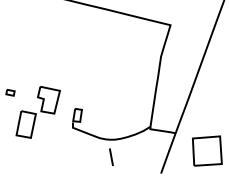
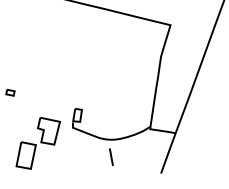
part at (37, 112) position: (37, 112) -> (37, 143)
part at (207, 150): present -> none
